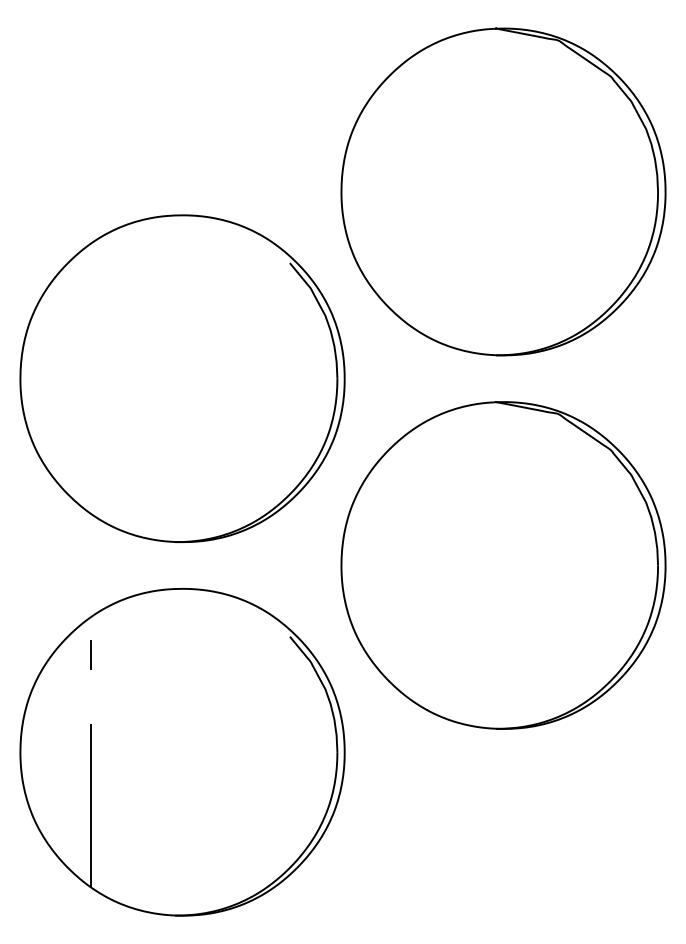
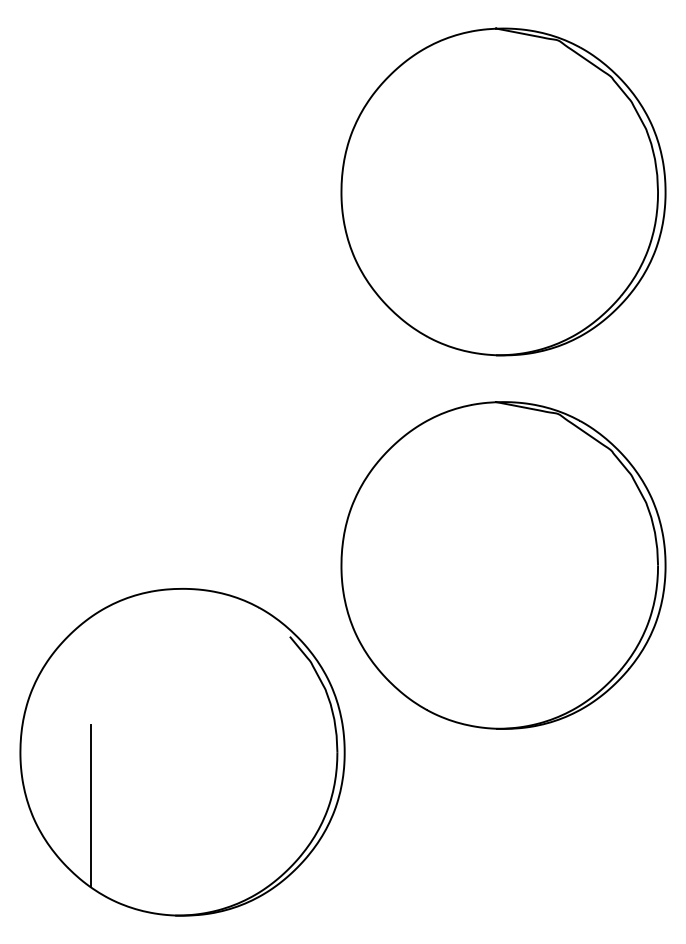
part at (182, 378): present -> none
line at (91, 654): present -> none
